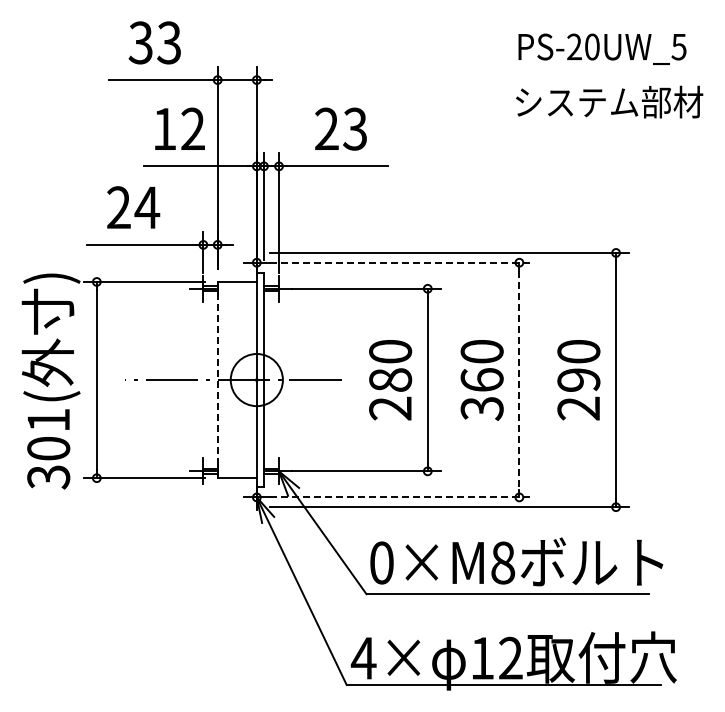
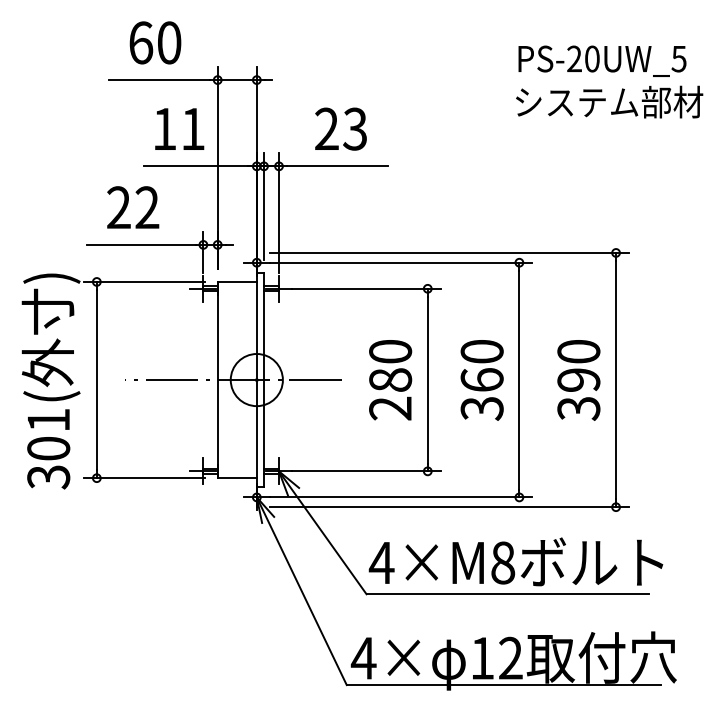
text at (154, 42): 33 -> 60
text at (602, 48) position: (602, 48) -> (602, 60)
text at (192, 128): 12 -> 11
text at (147, 207): 24 -> 22
line at (401, 262): dashed -> solid
line at (217, 379): dashed -> solid
line at (519, 380): dashed -> solid
text at (578, 408): 290 -> 390
line at (401, 497): dashed -> solid
text at (381, 562): 0×M8 -> 4×M8
